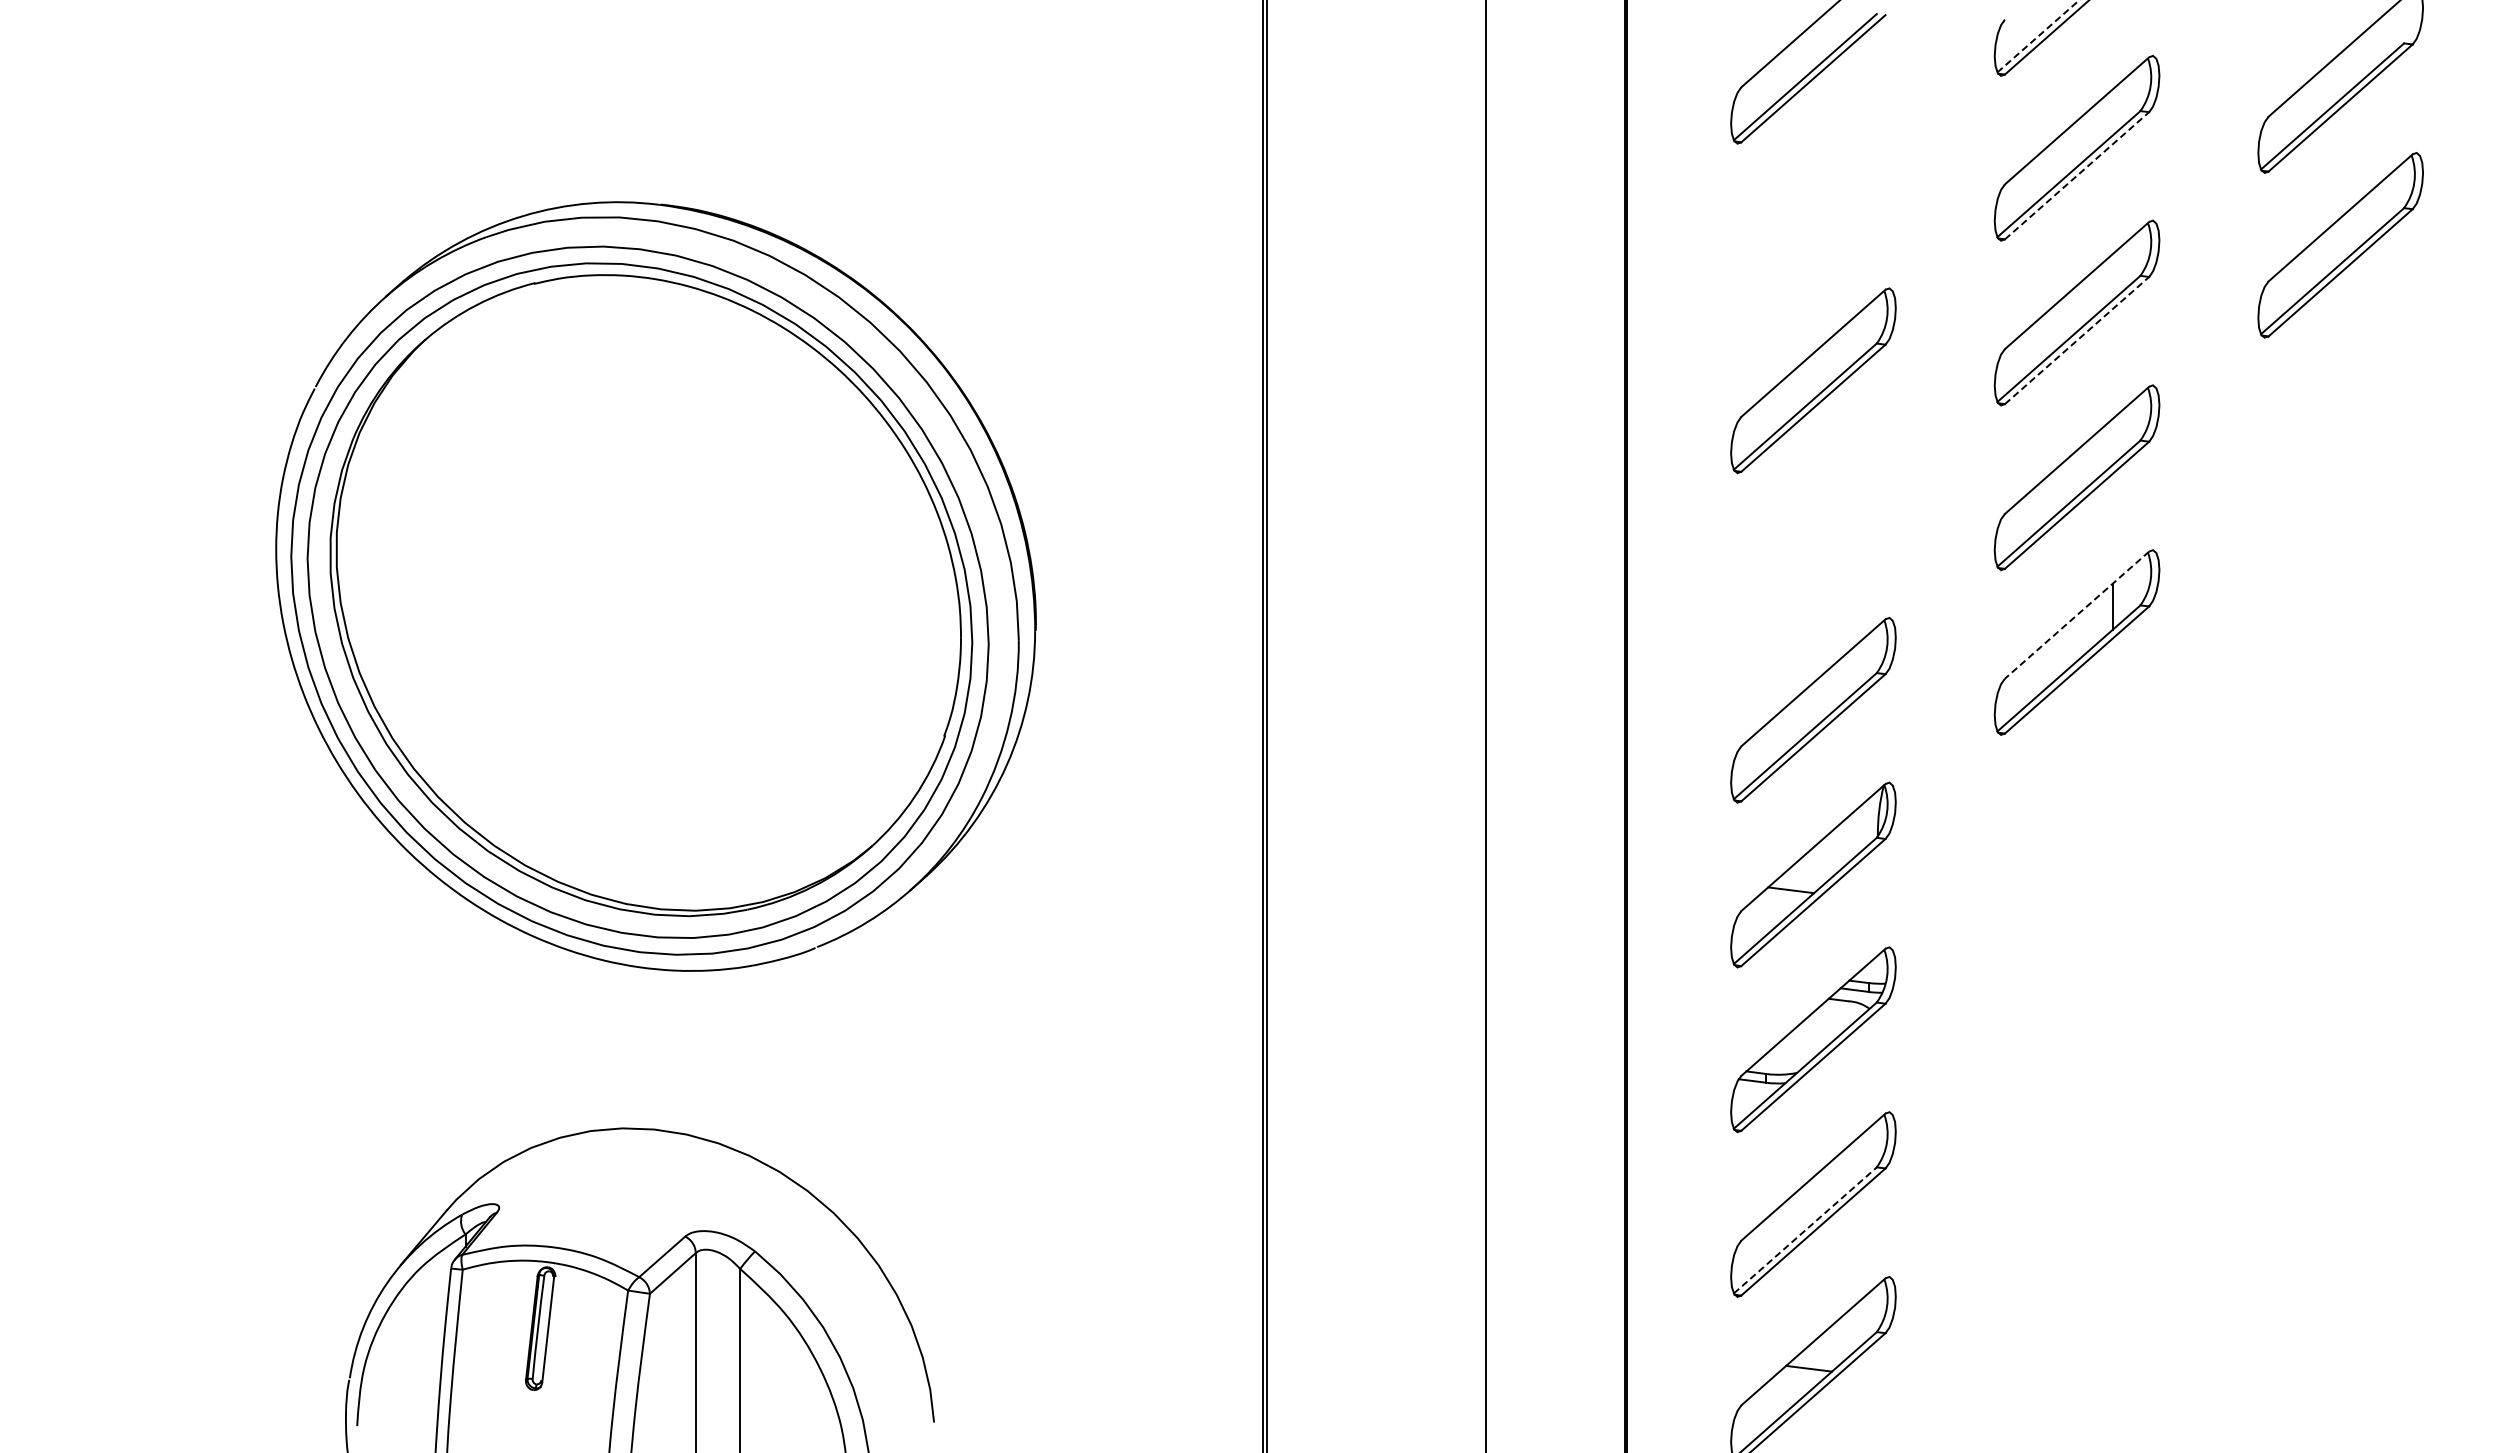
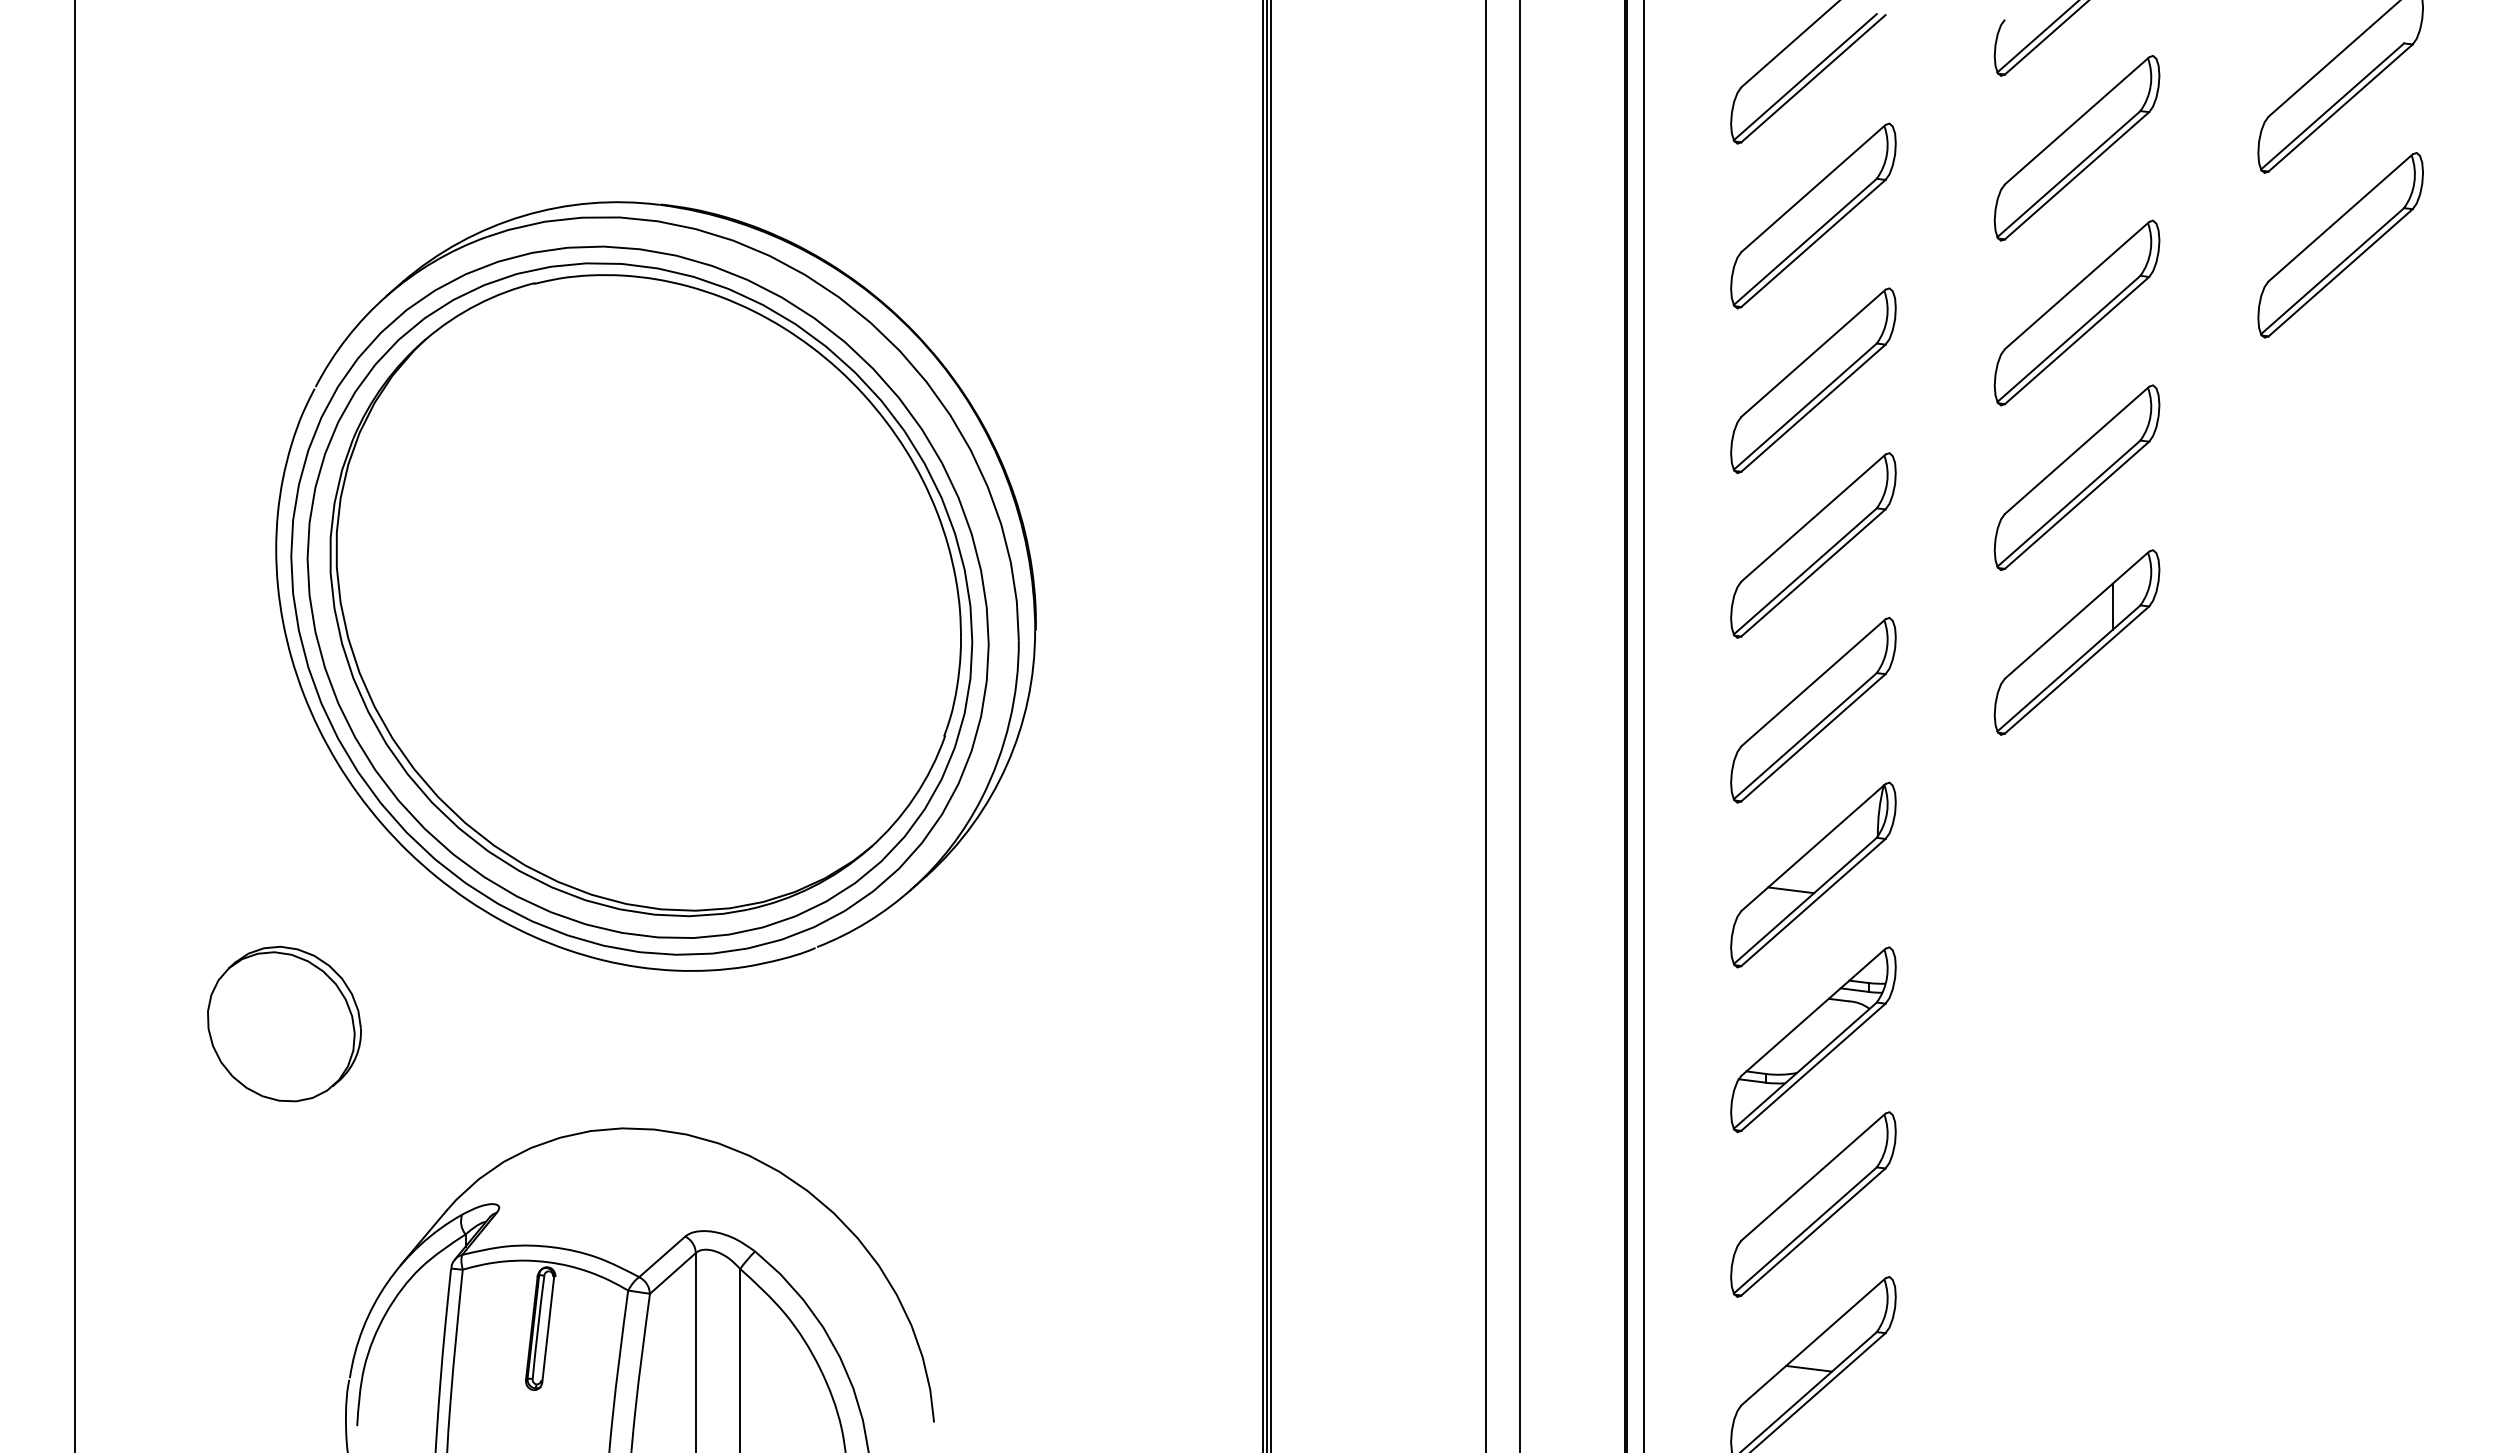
line at (2038, 36): dashed -> solid
line at (2077, 175): dashed -> solid
part at (1813, 215): none -> present
line at (2077, 340): dashed -> solid
part at (1813, 545): none -> present
line at (2076, 615): dashed -> solid
line at (74, 725): none -> present
line at (1271, 725): none -> present
line at (1520, 725): none -> present
line at (1643, 725): none -> present
part at (284, 1023): none -> present
line at (1805, 1230): dashed -> solid
